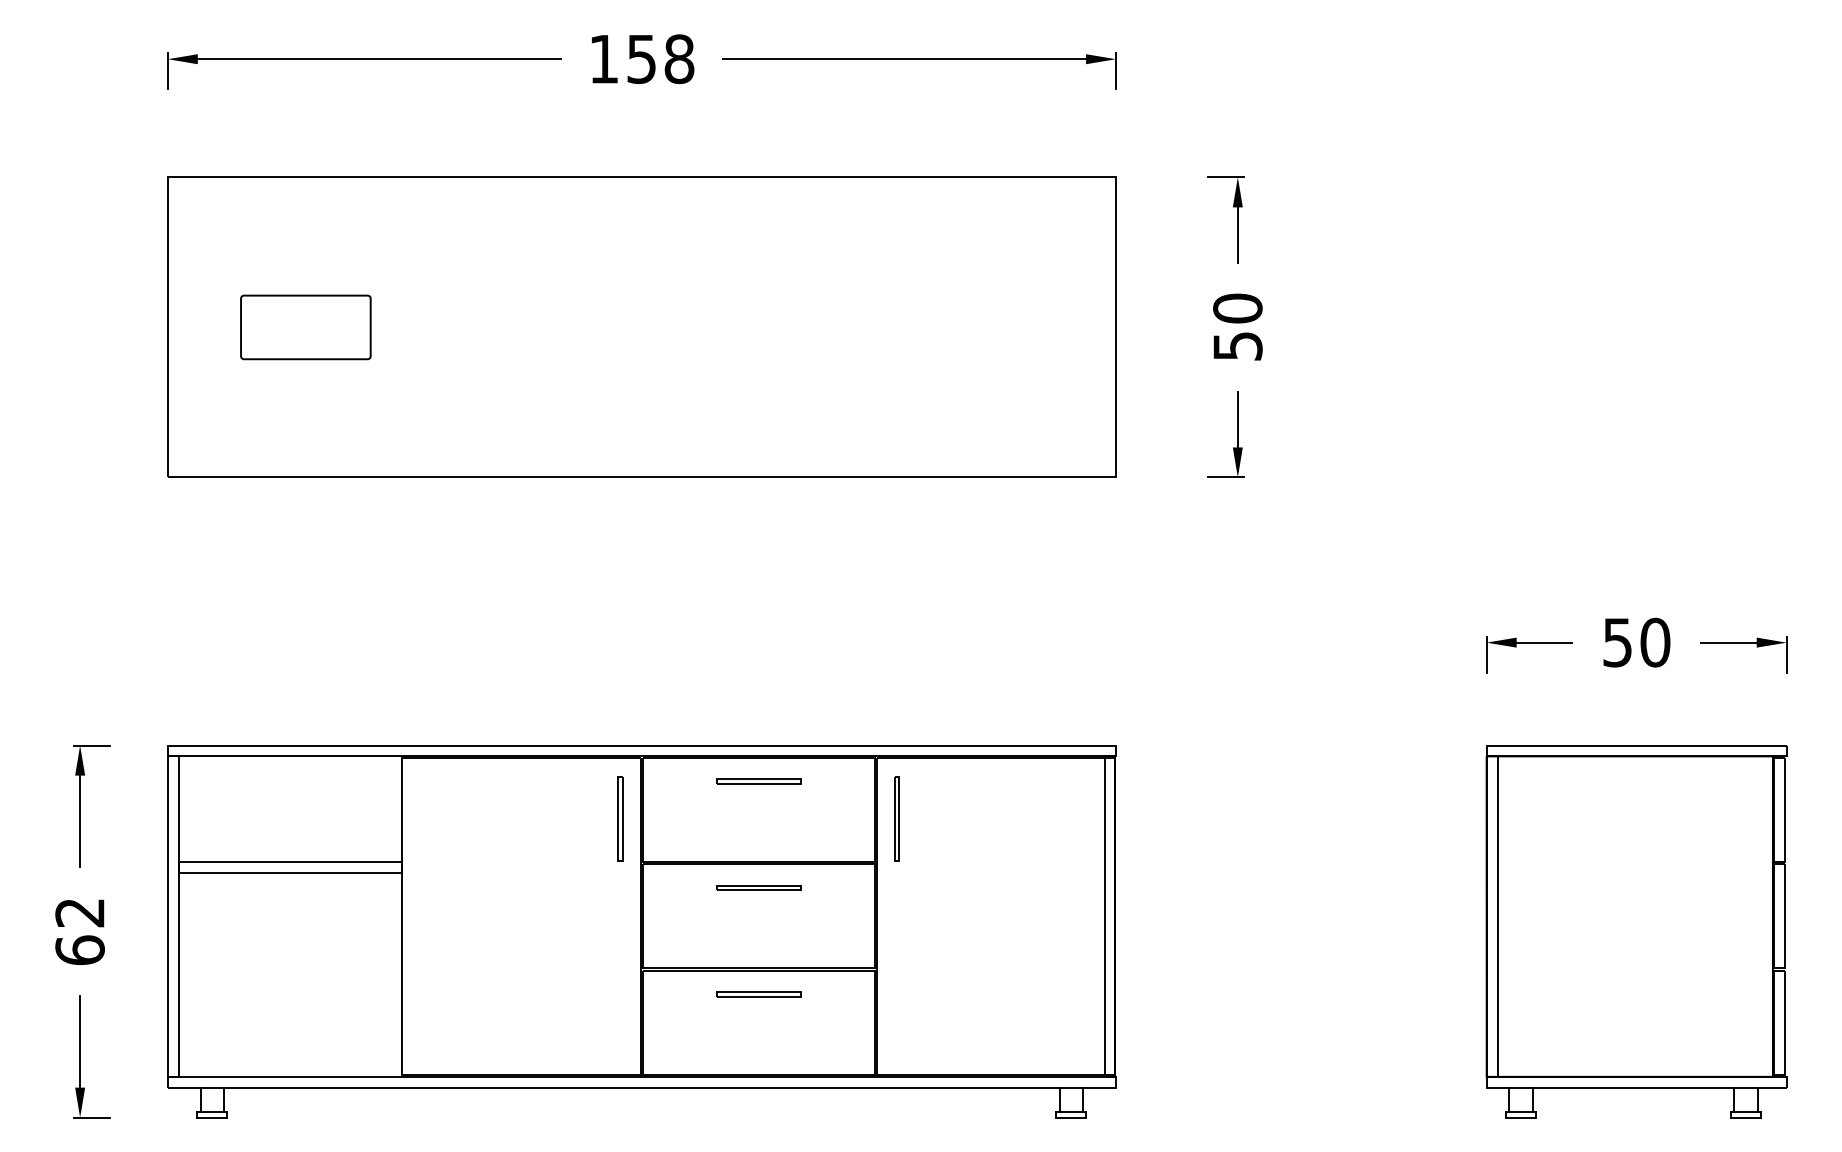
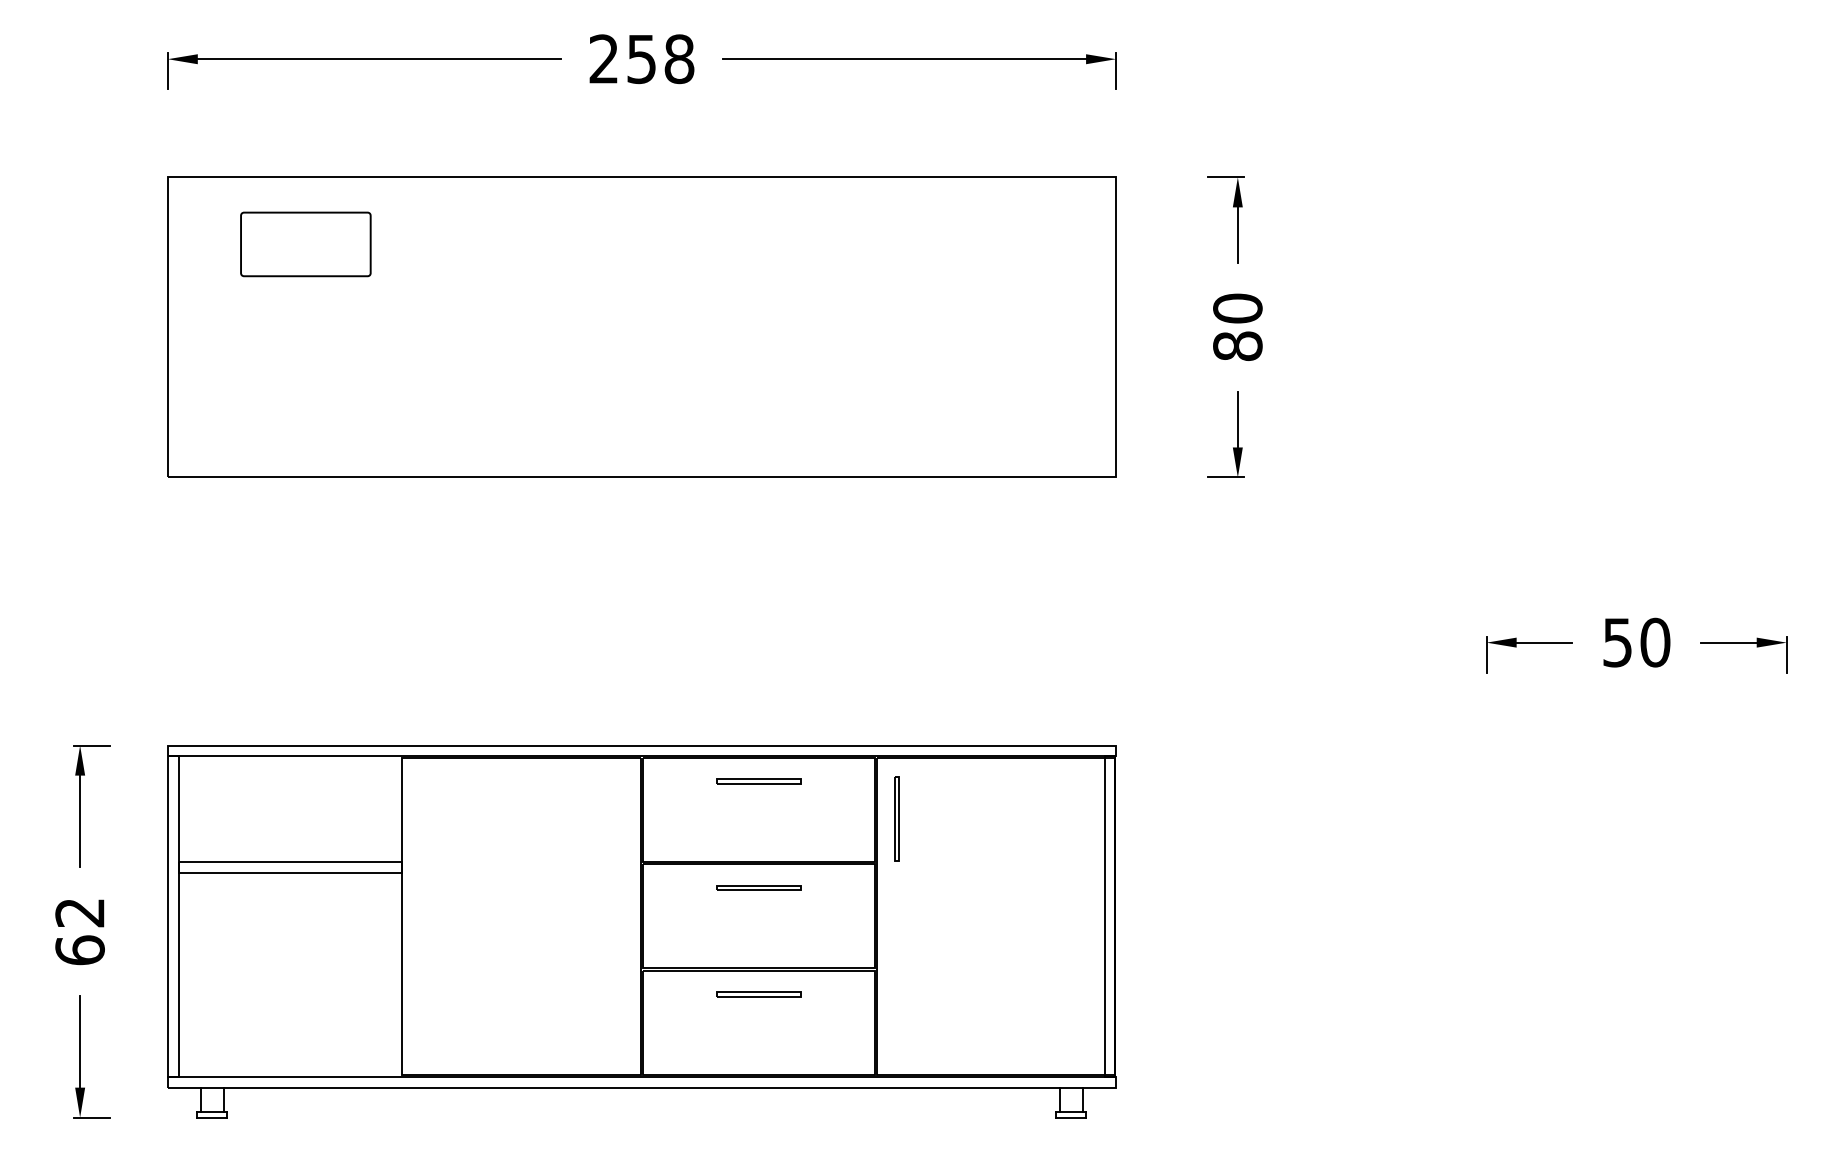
text at (603, 58): 158 -> 258
part at (305, 327) position: (305, 327) -> (305, 244)
text at (1237, 345): 50 -> 80
part at (620, 818): present -> none
part at (1636, 931): present -> none
